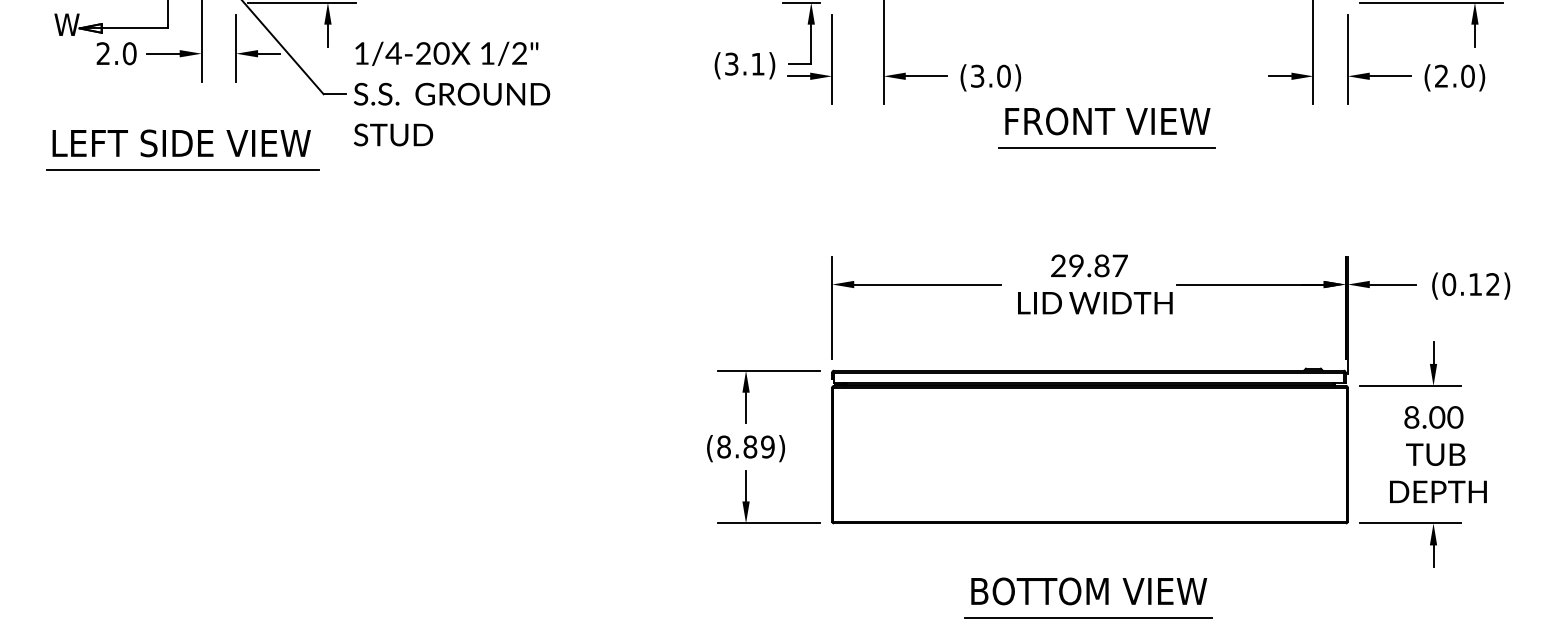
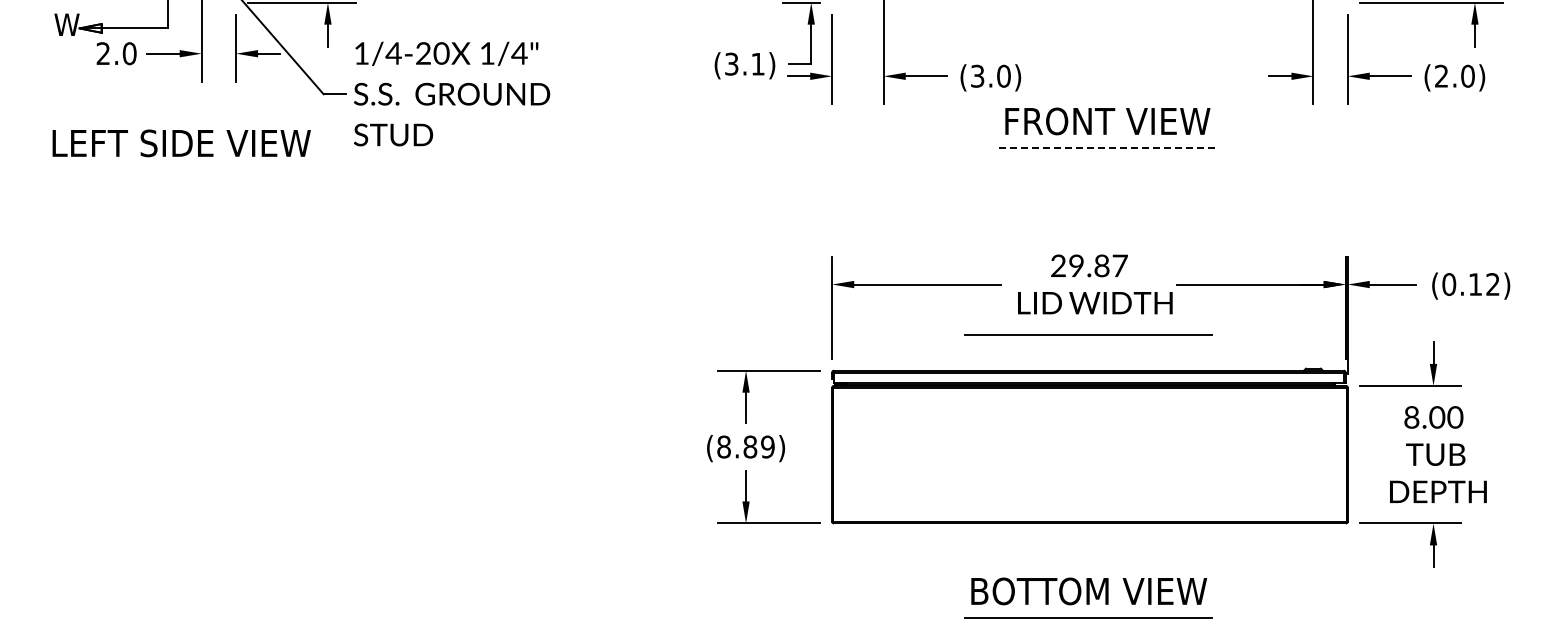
text at (519, 53): 1/2" -> 1/4"
line at (1107, 147): solid -> dashed
line at (182, 170): present -> none
line at (1088, 334): none -> present
